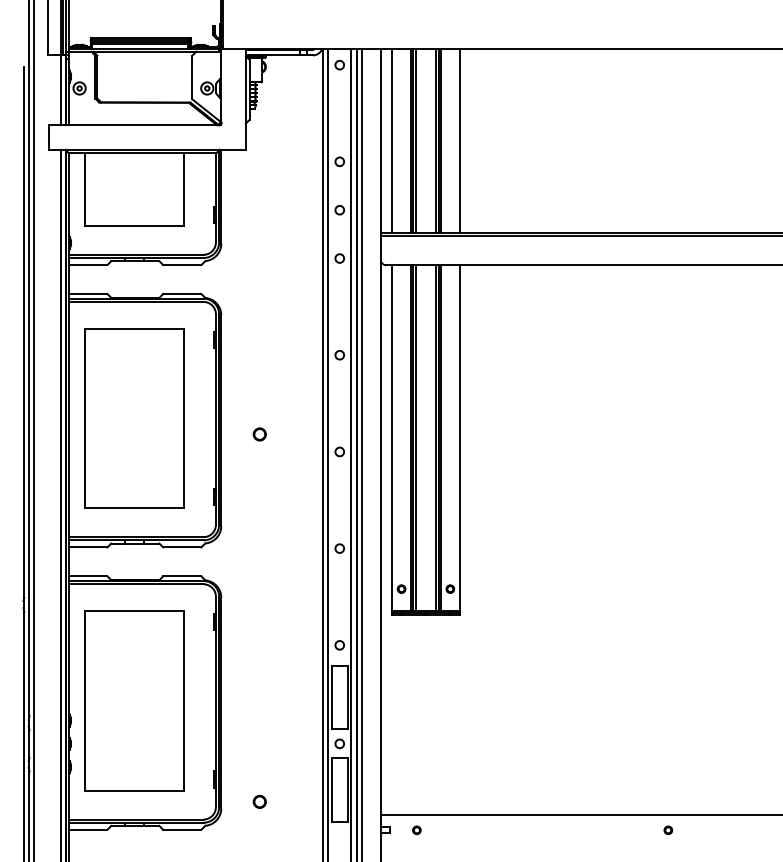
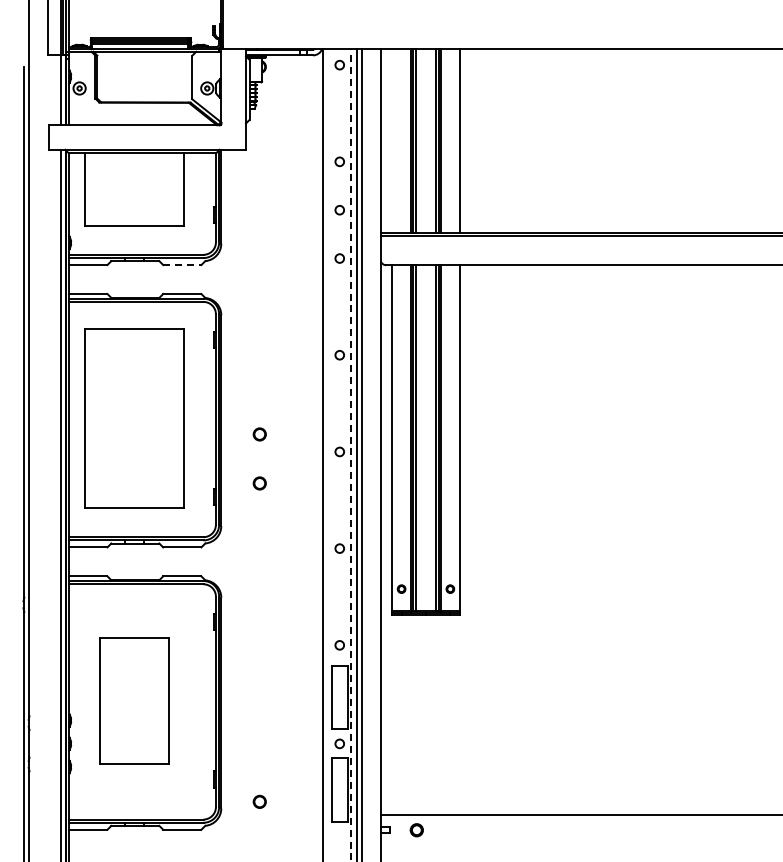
line at (391, 140): present -> none
line at (182, 265): solid -> dashed
line at (34, 430): present -> none
line at (328, 453): present -> none
line at (351, 454): solid -> dashed
circle at (259, 483): none -> present
part at (134, 700) size: 101x182 px -> 71x128 px
part at (416, 830) size: 10x11 px -> 15x15 px
part at (668, 830): present -> none
